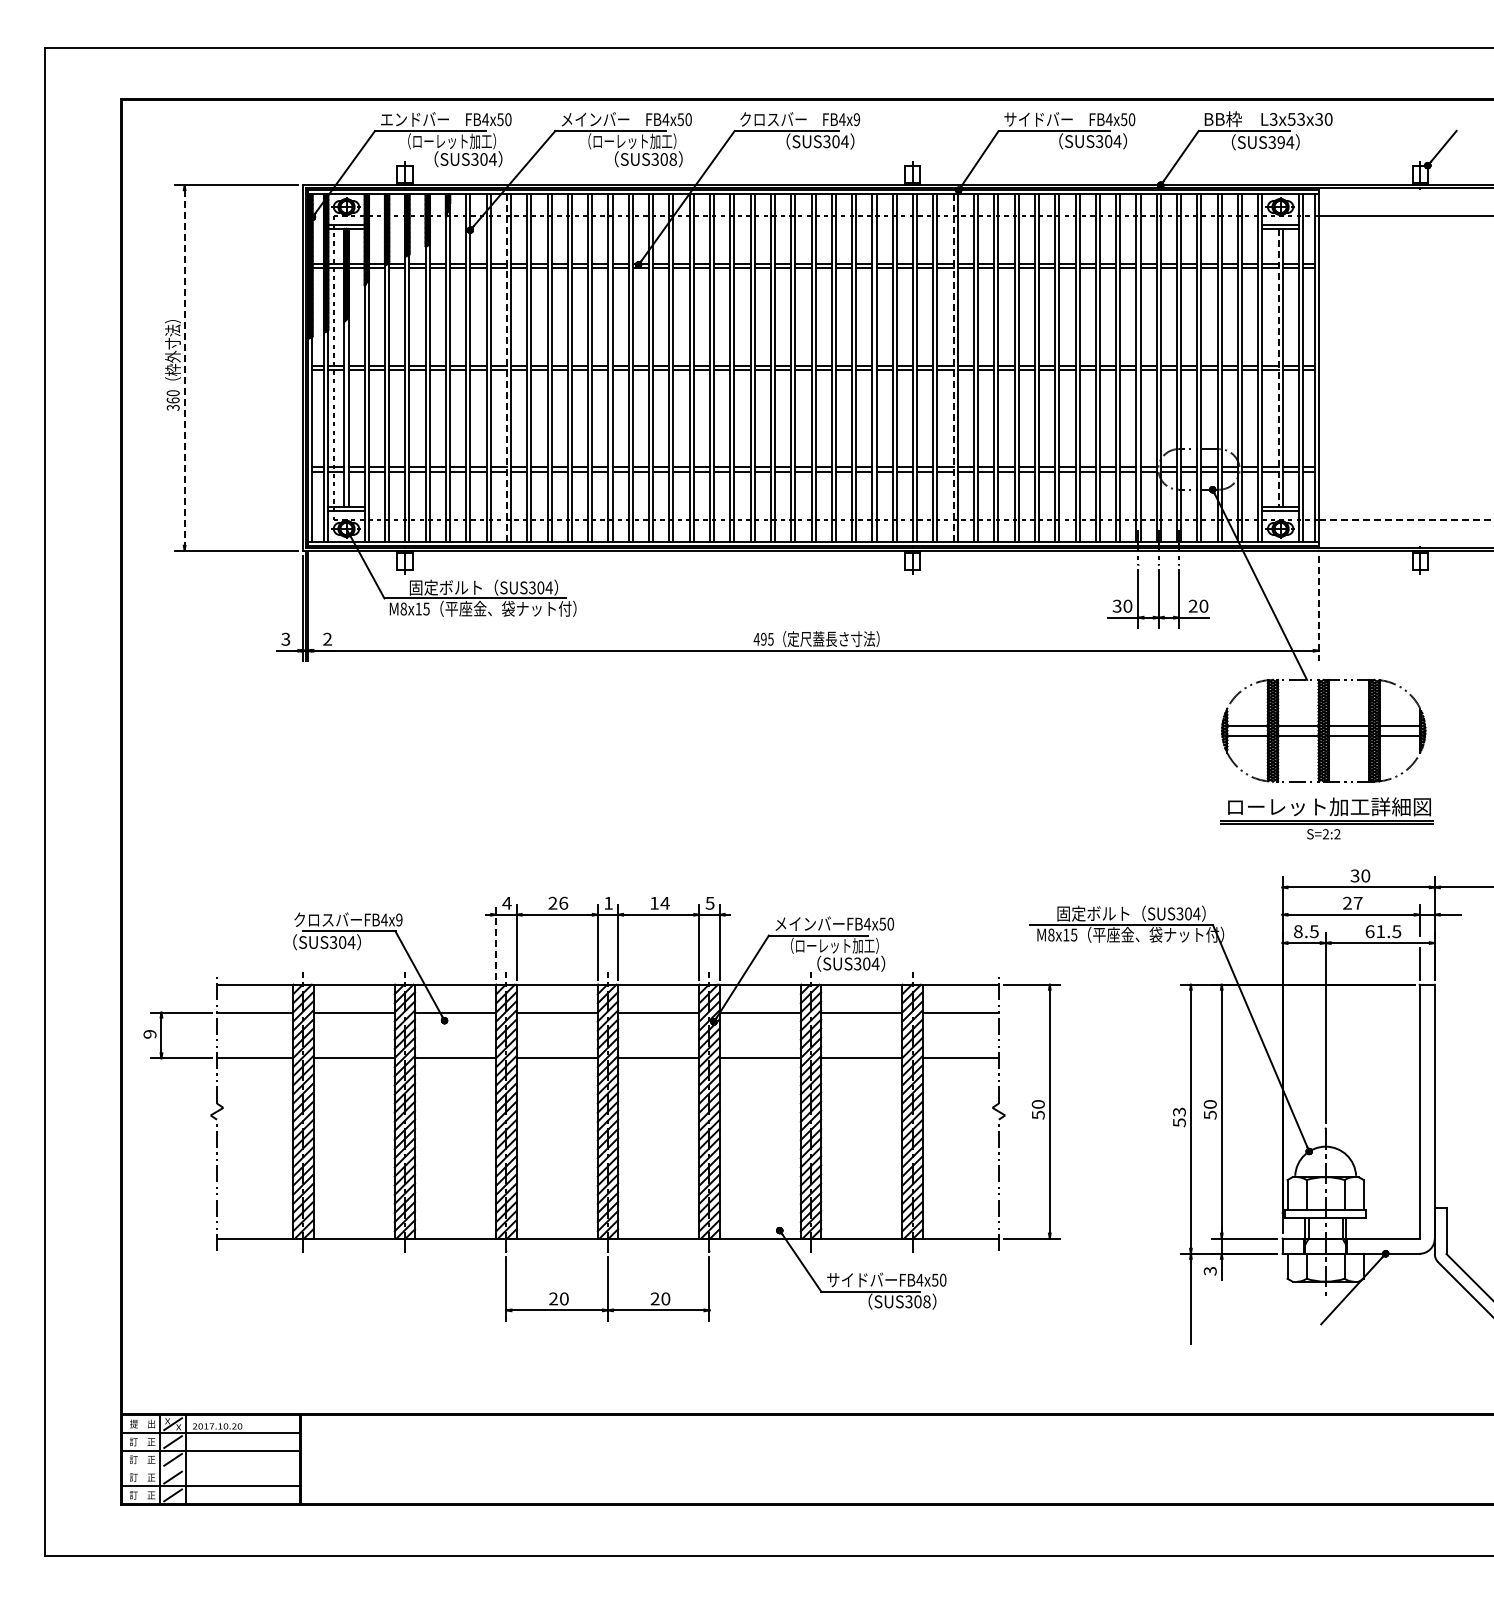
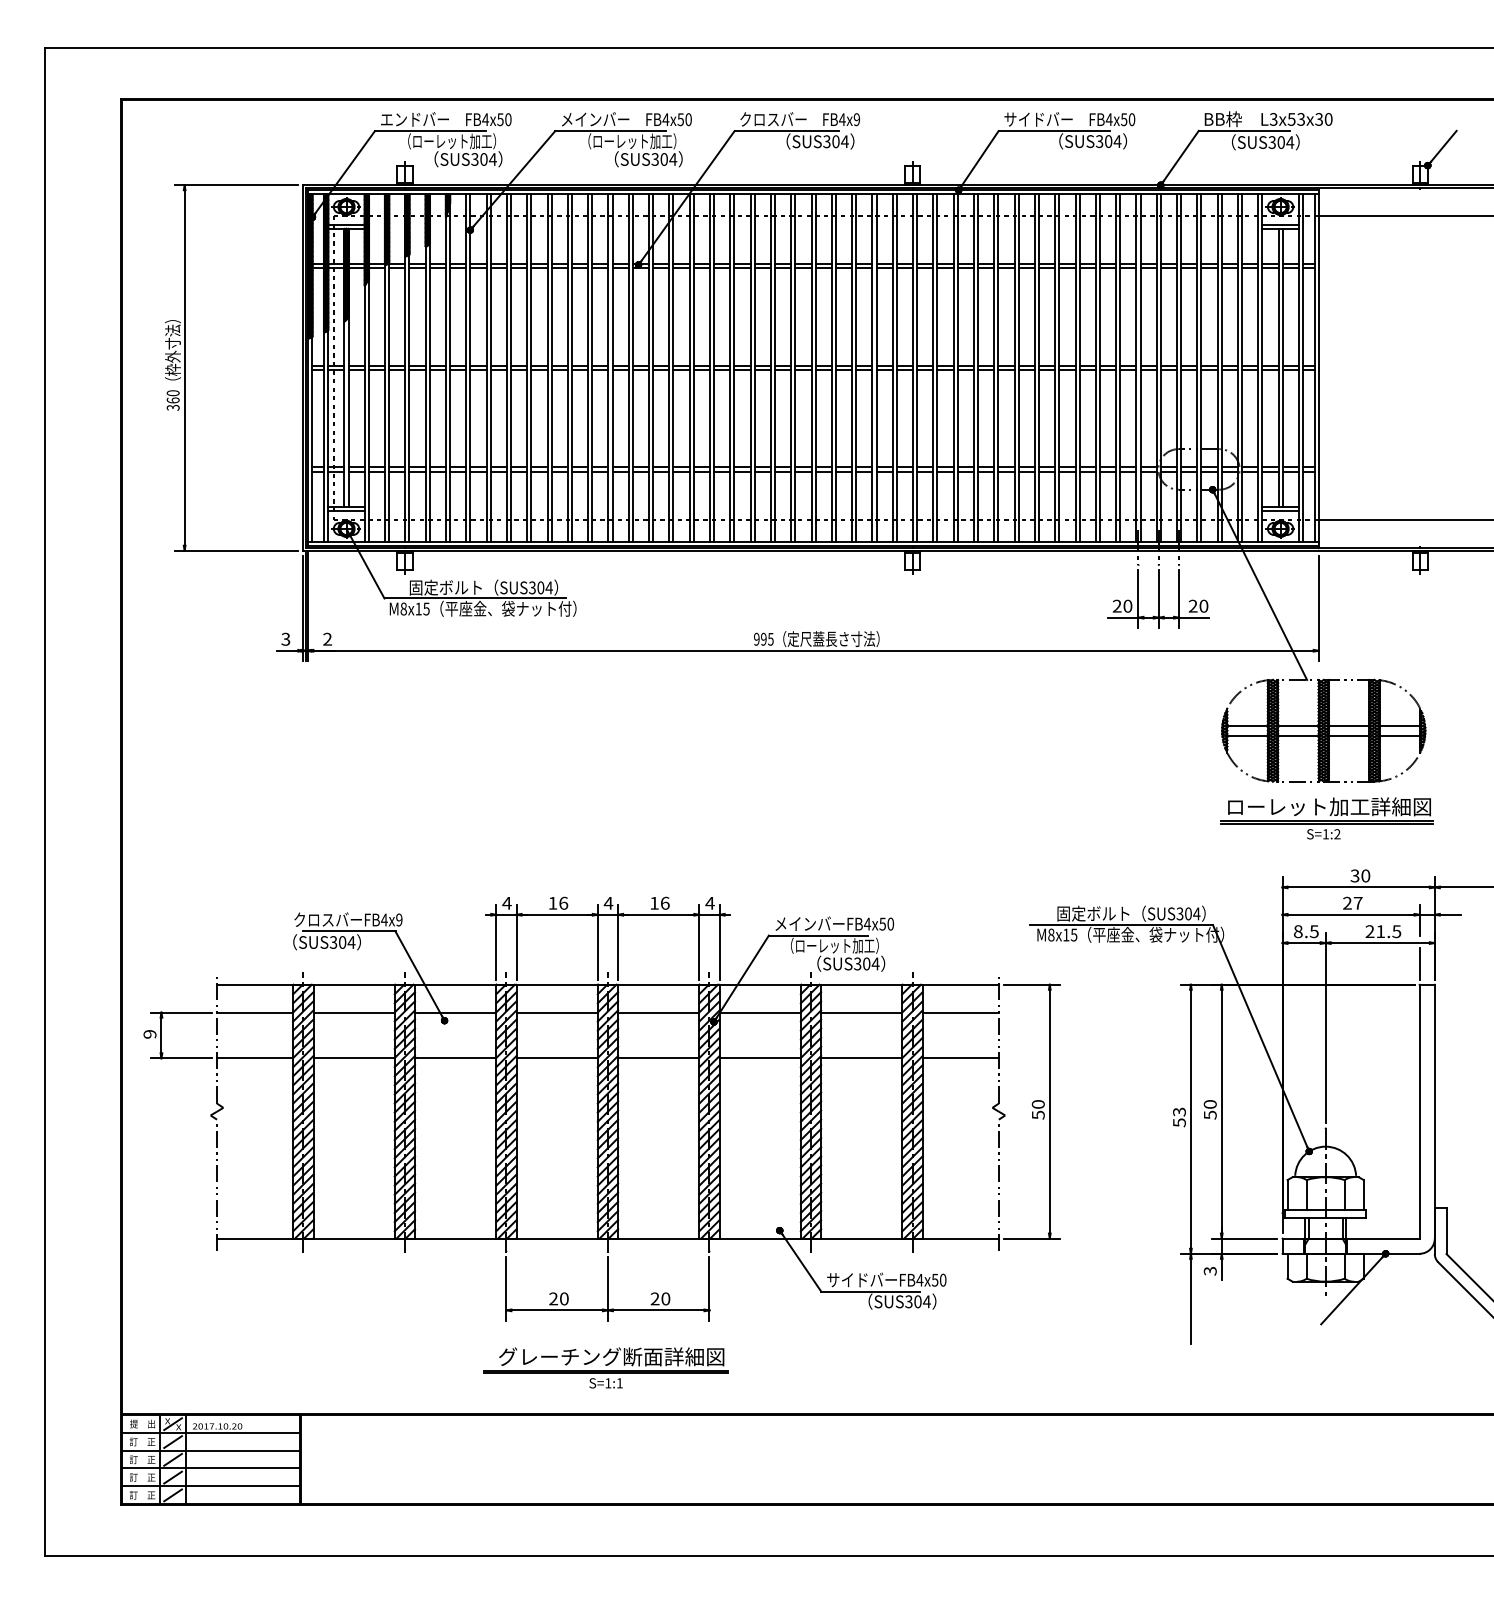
text at (1280, 142): SUS394 -> SUS304
text at (673, 159): SUS308 -> SUS304
line at (184, 367): dashed -> solid
line at (506, 367): dashed -> solid
line at (953, 367): dashed -> solid
line at (1278, 368): dashed -> solid
line at (1406, 520): dashed -> solid
text at (1116, 606): 30 -> 20
line at (1318, 608): dashed -> solid
text at (756, 638): 495 -> 995
text at (1325, 834): S=2:2 -> S=1:2
text at (552, 902): 26 -> 16
text at (664, 902): 14 -> 16
text at (608, 903): 1 -> 4
text at (709, 903): 5 -> 4
text at (1369, 931): 61.5 -> 21.5
line at (496, 942): dashed -> solid
text at (926, 1301): SUS308 -> SUS304
part at (605, 1367): none -> present
line at (211, 1468): none -> present
